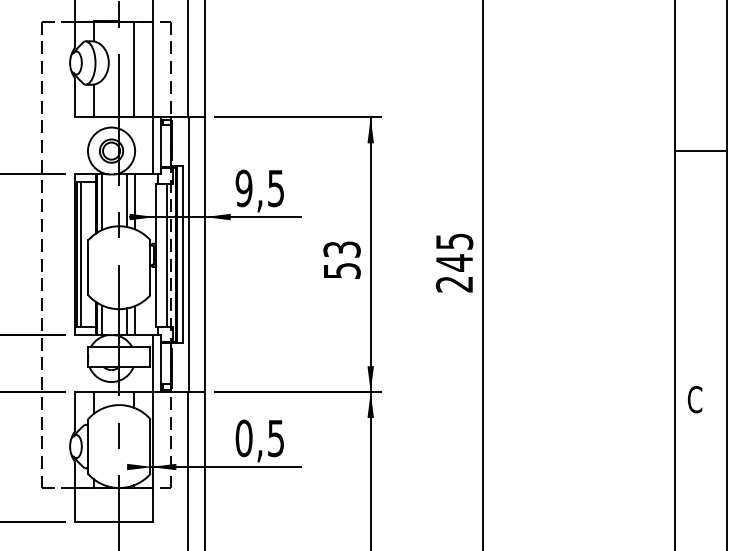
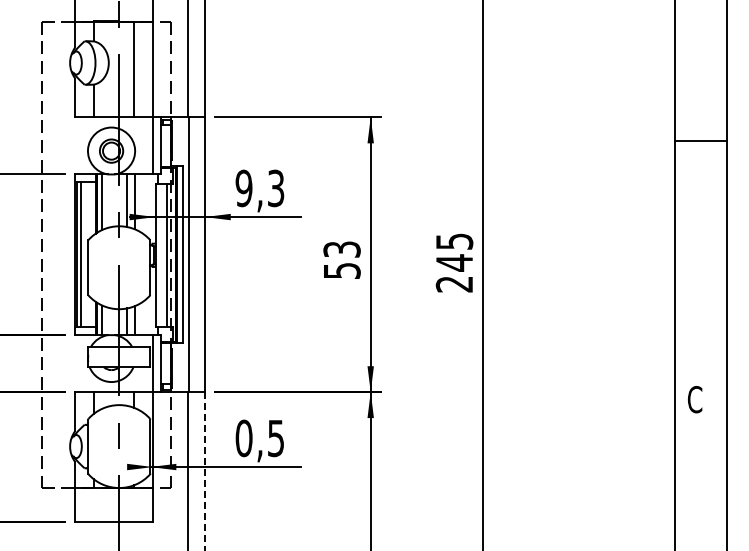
line at (700, 151) position: (700, 151) -> (700, 141)
text at (276, 187): 9,5 -> 9,3
line at (204, 471): solid -> dashed
